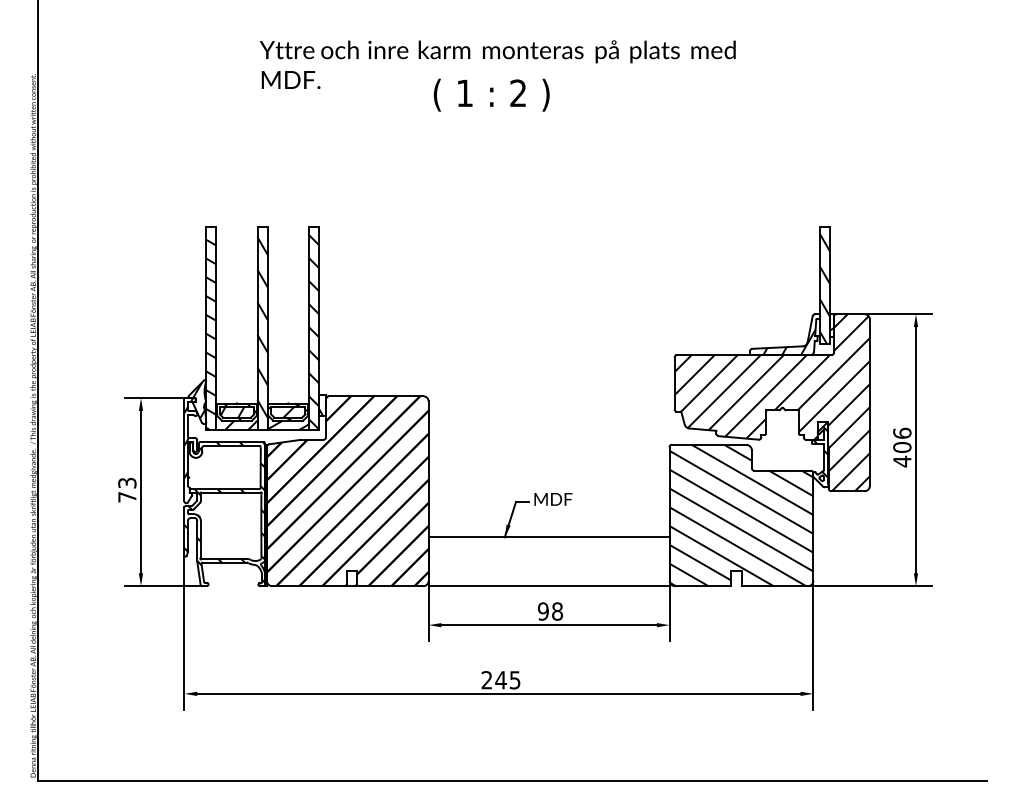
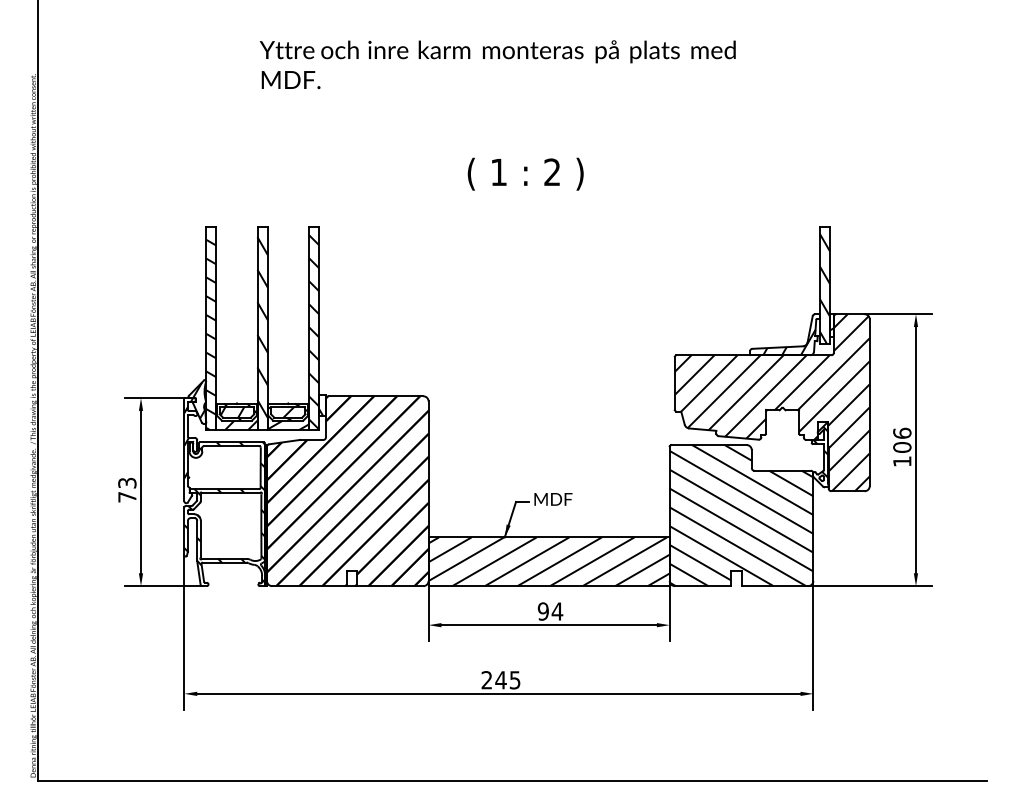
text at (491, 94) position: (491, 94) -> (525, 173)
text at (902, 461): 406 -> 106
hatch at (548, 561): none -> present
text at (557, 611): 98 -> 94
